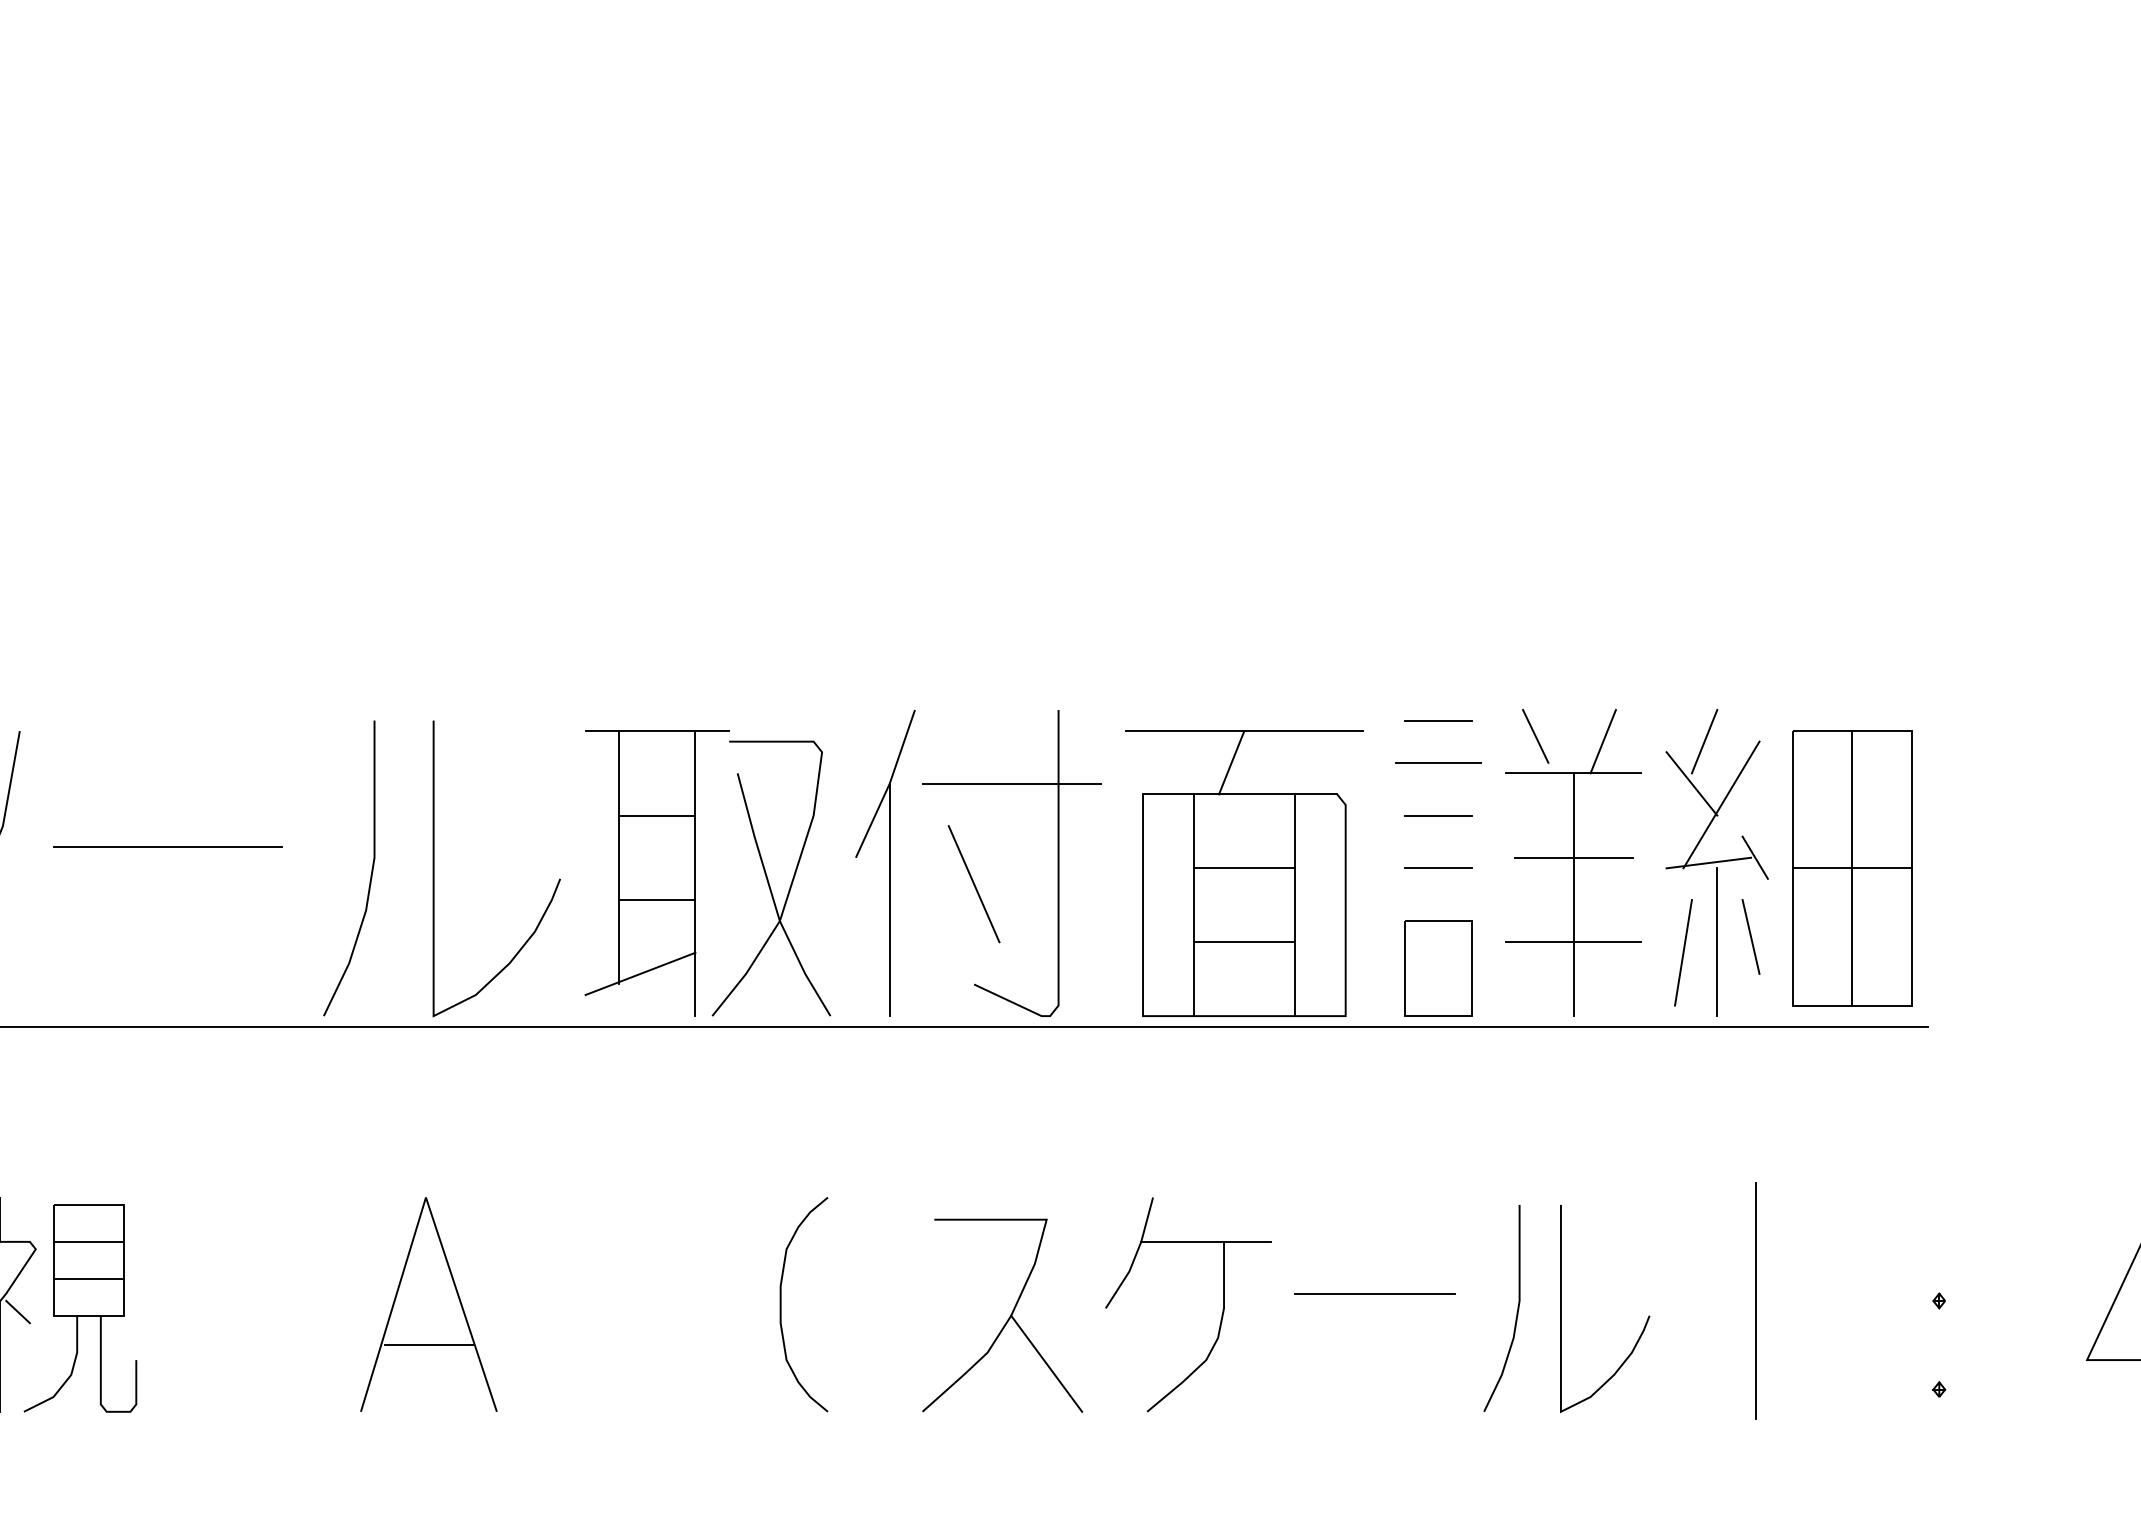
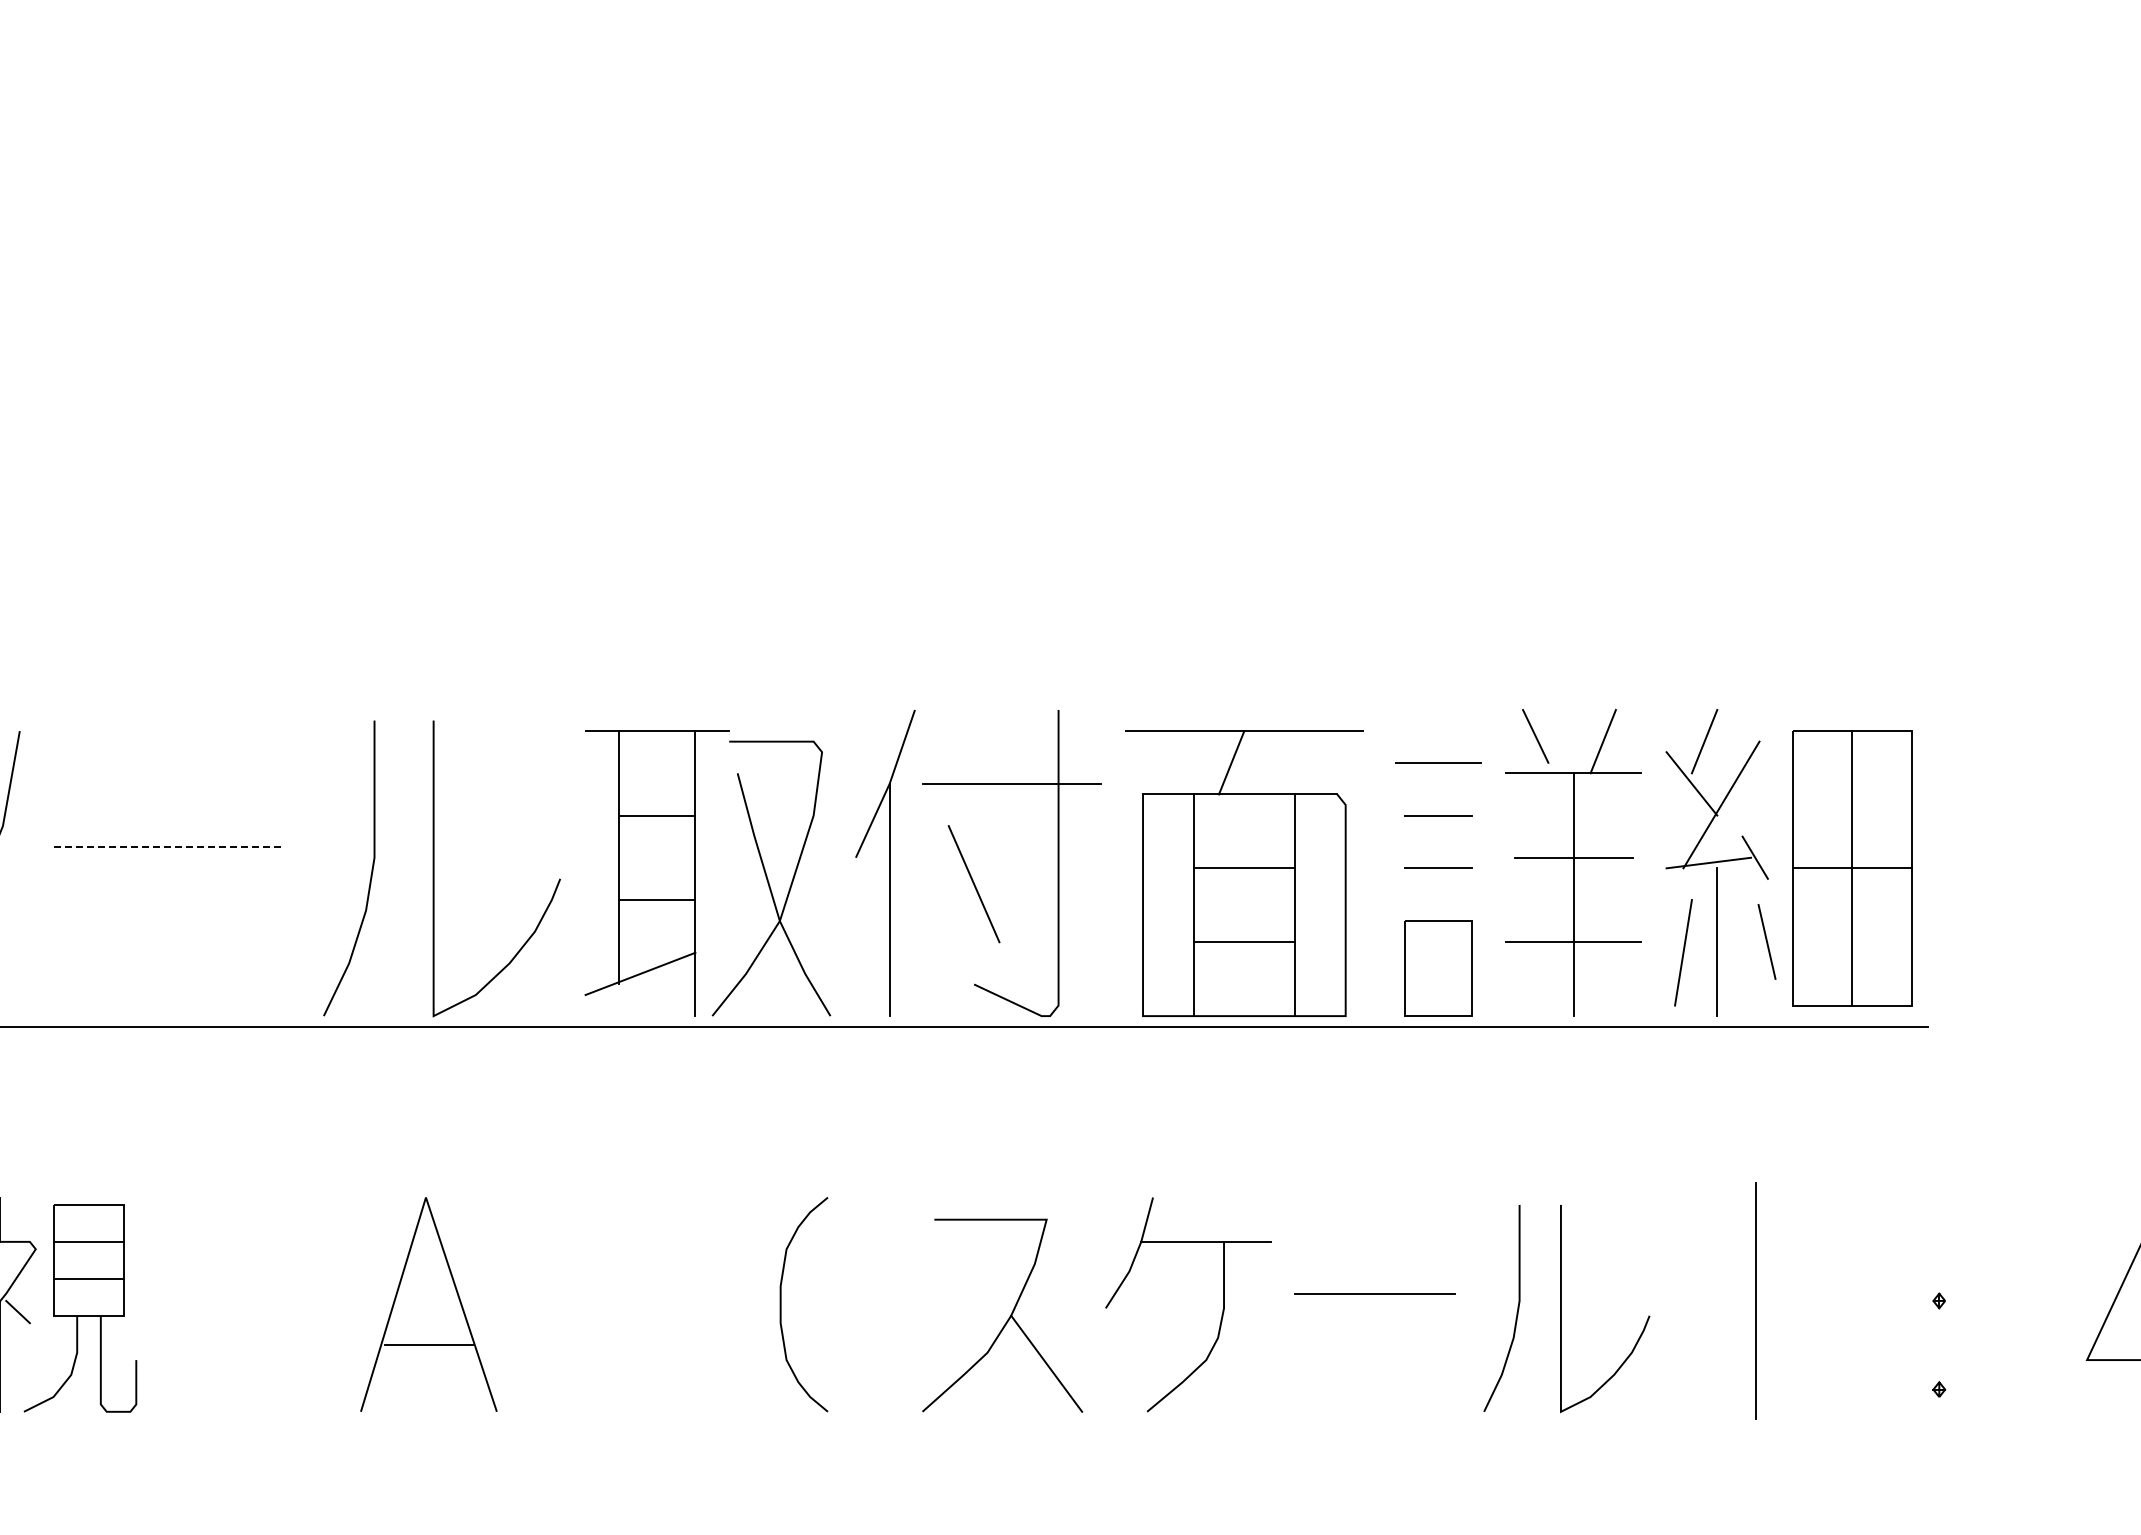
line at (1438, 720): present -> none
line at (168, 847): solid -> dashed
line at (1750, 936) position: (1750, 936) -> (1766, 941)
